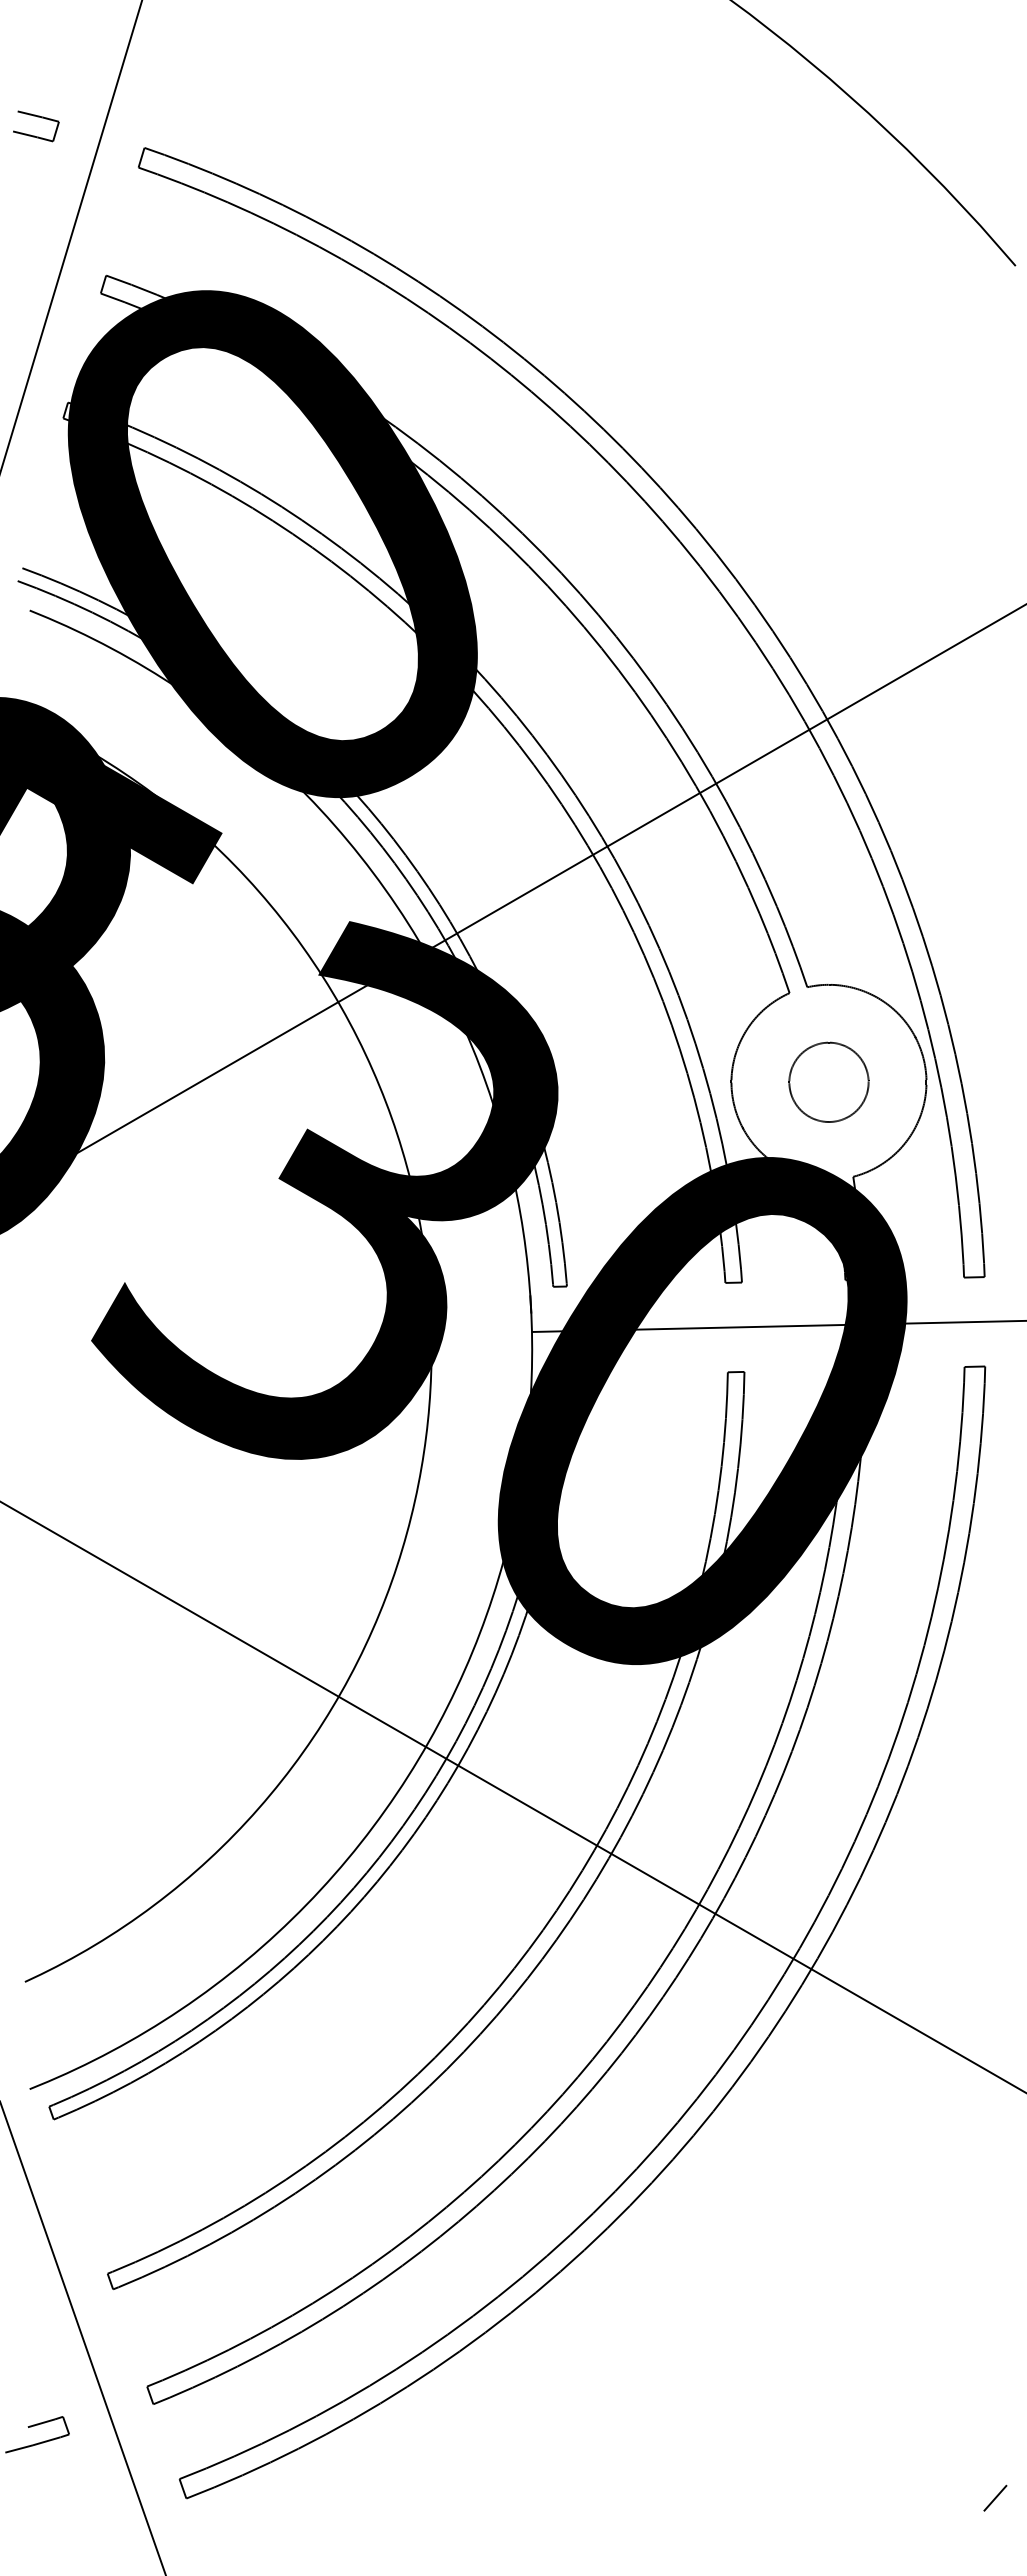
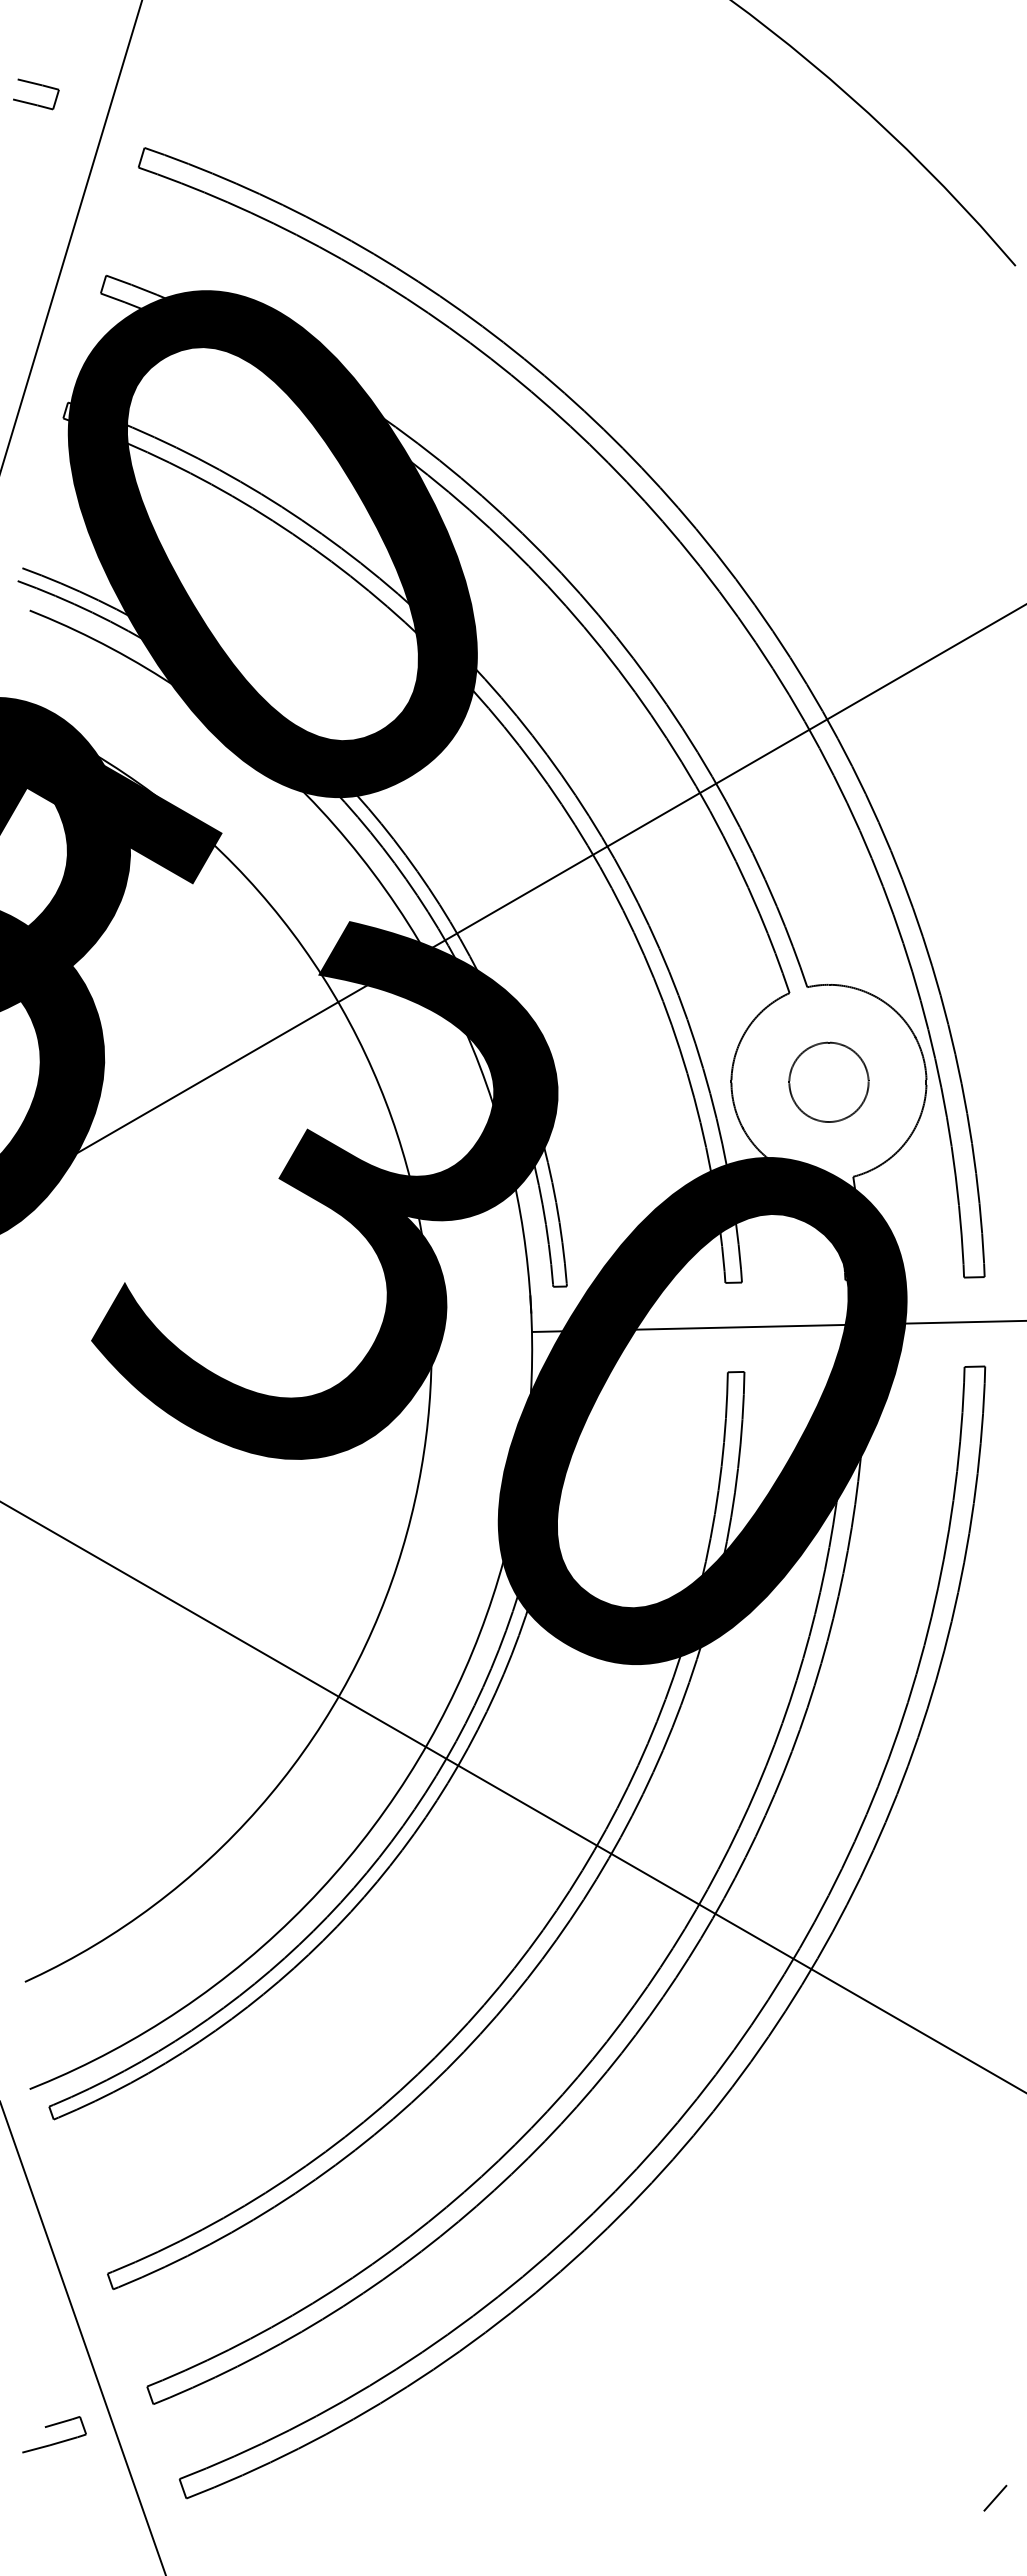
part at (37, 117) position: (37, 117) -> (37, 85)
part at (41, 2441) position: (41, 2441) -> (58, 2441)
